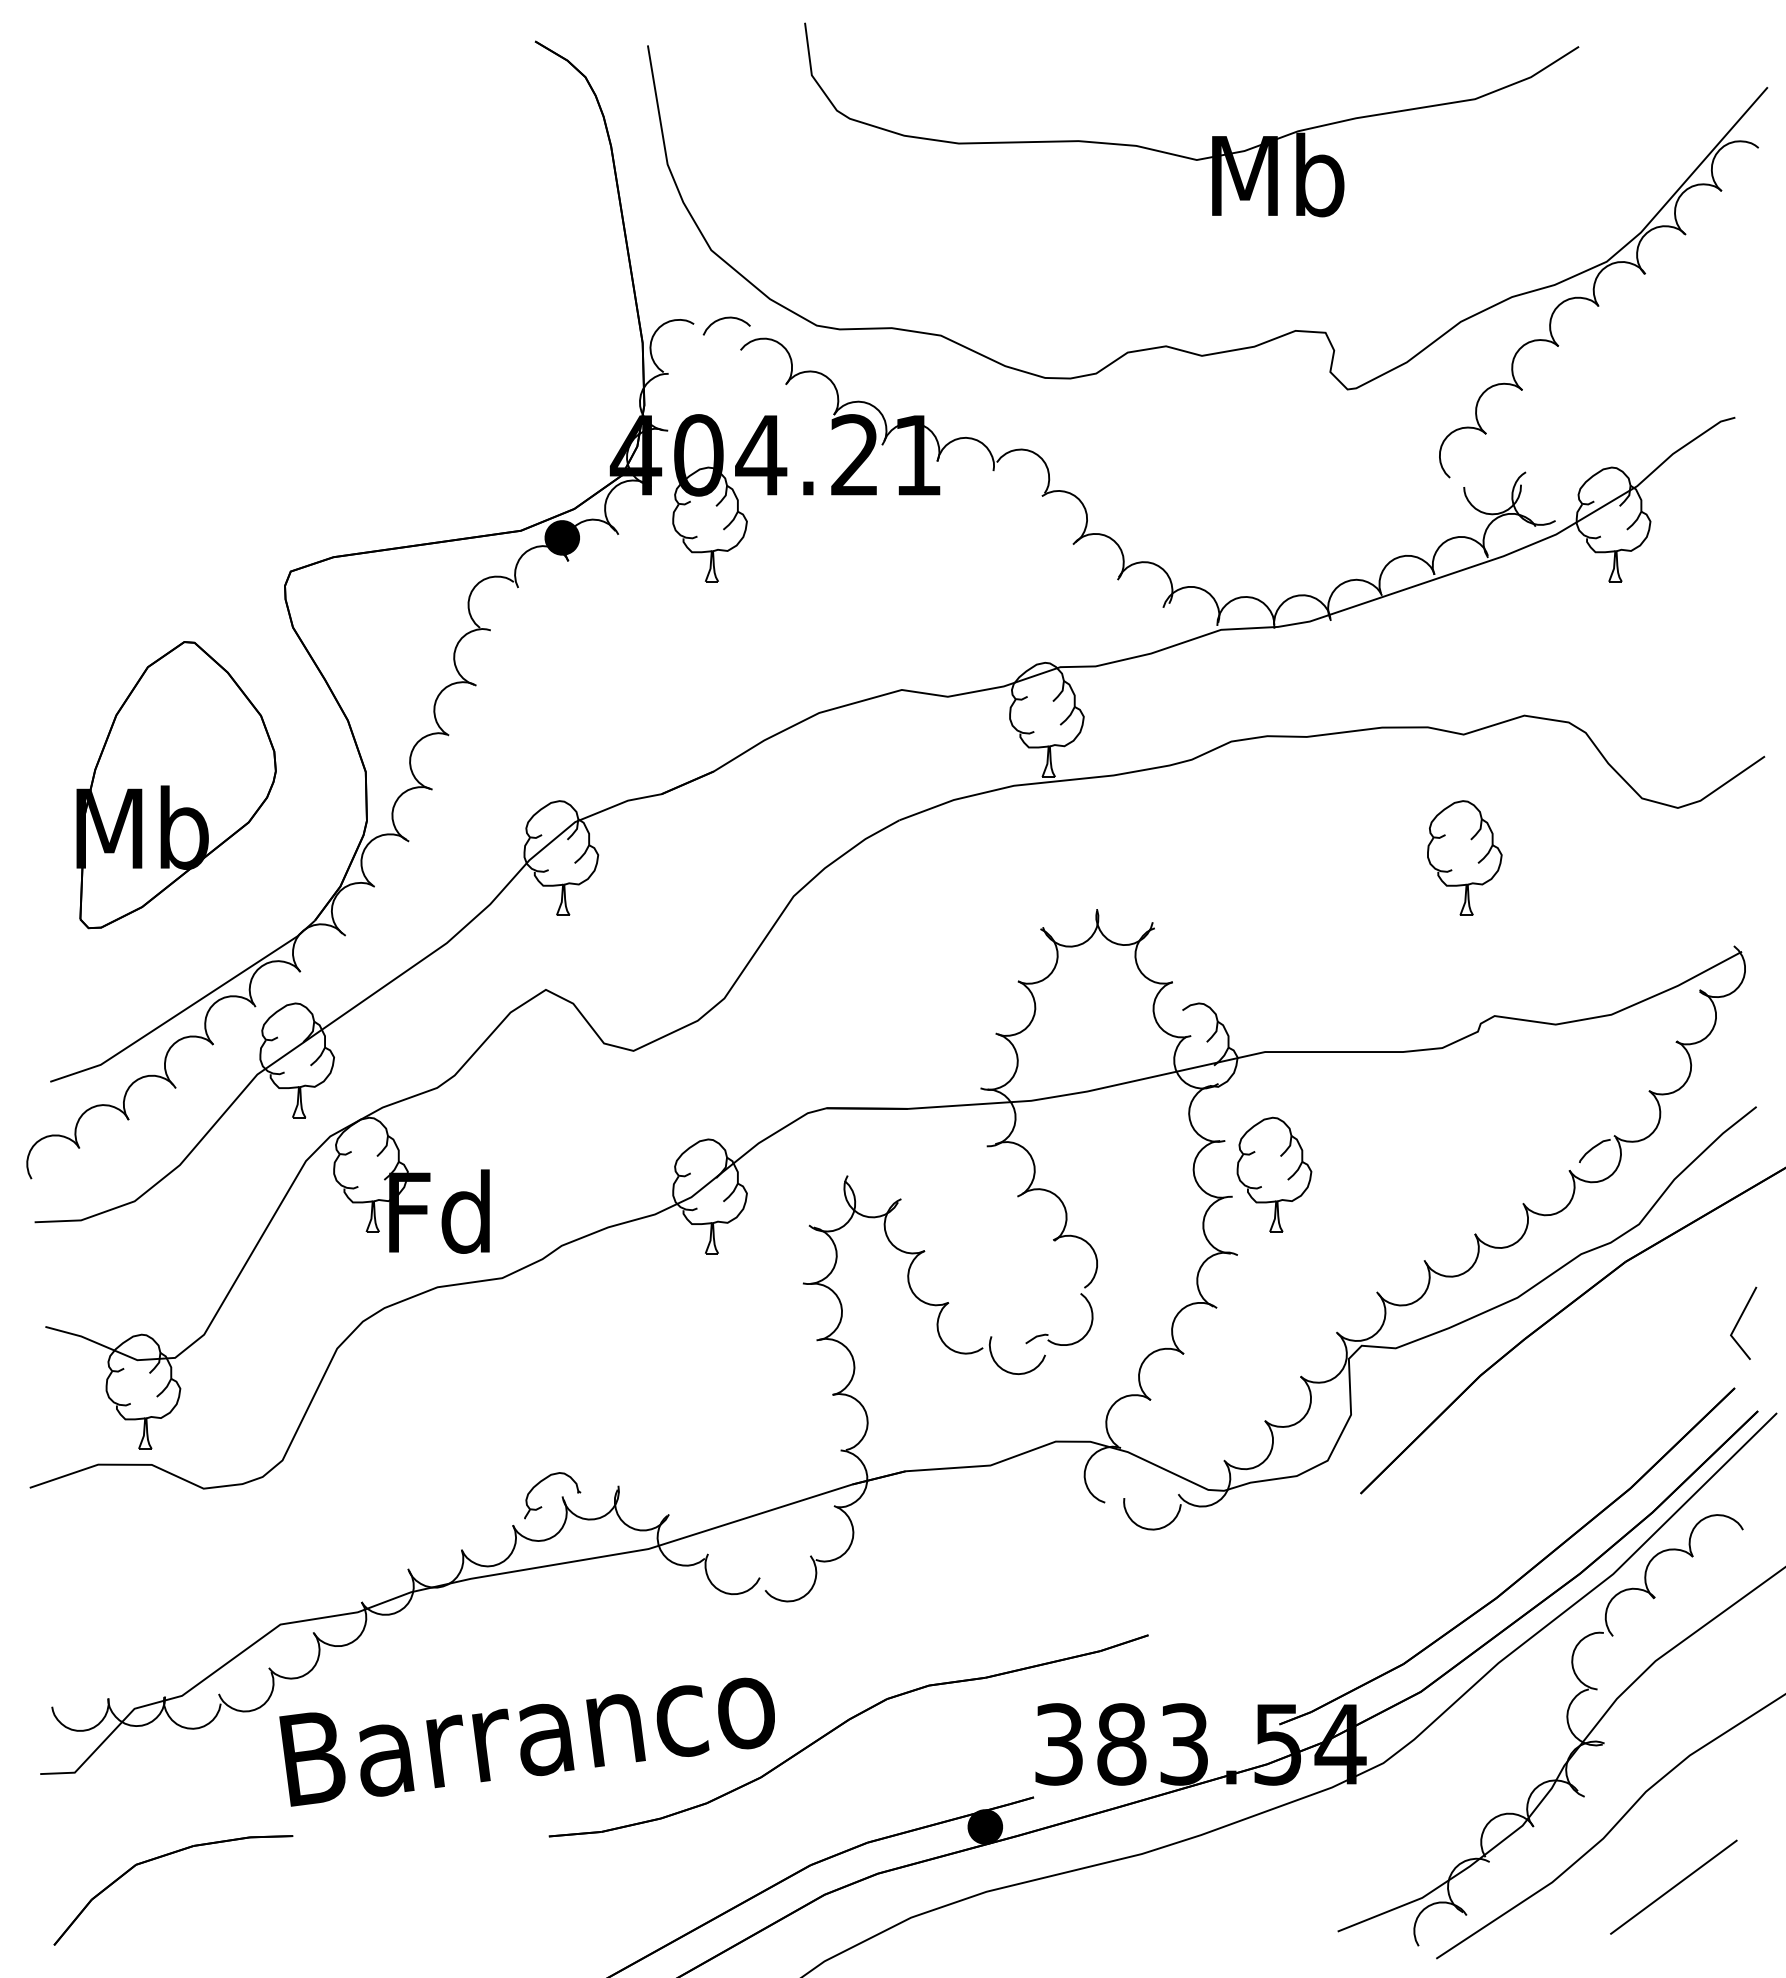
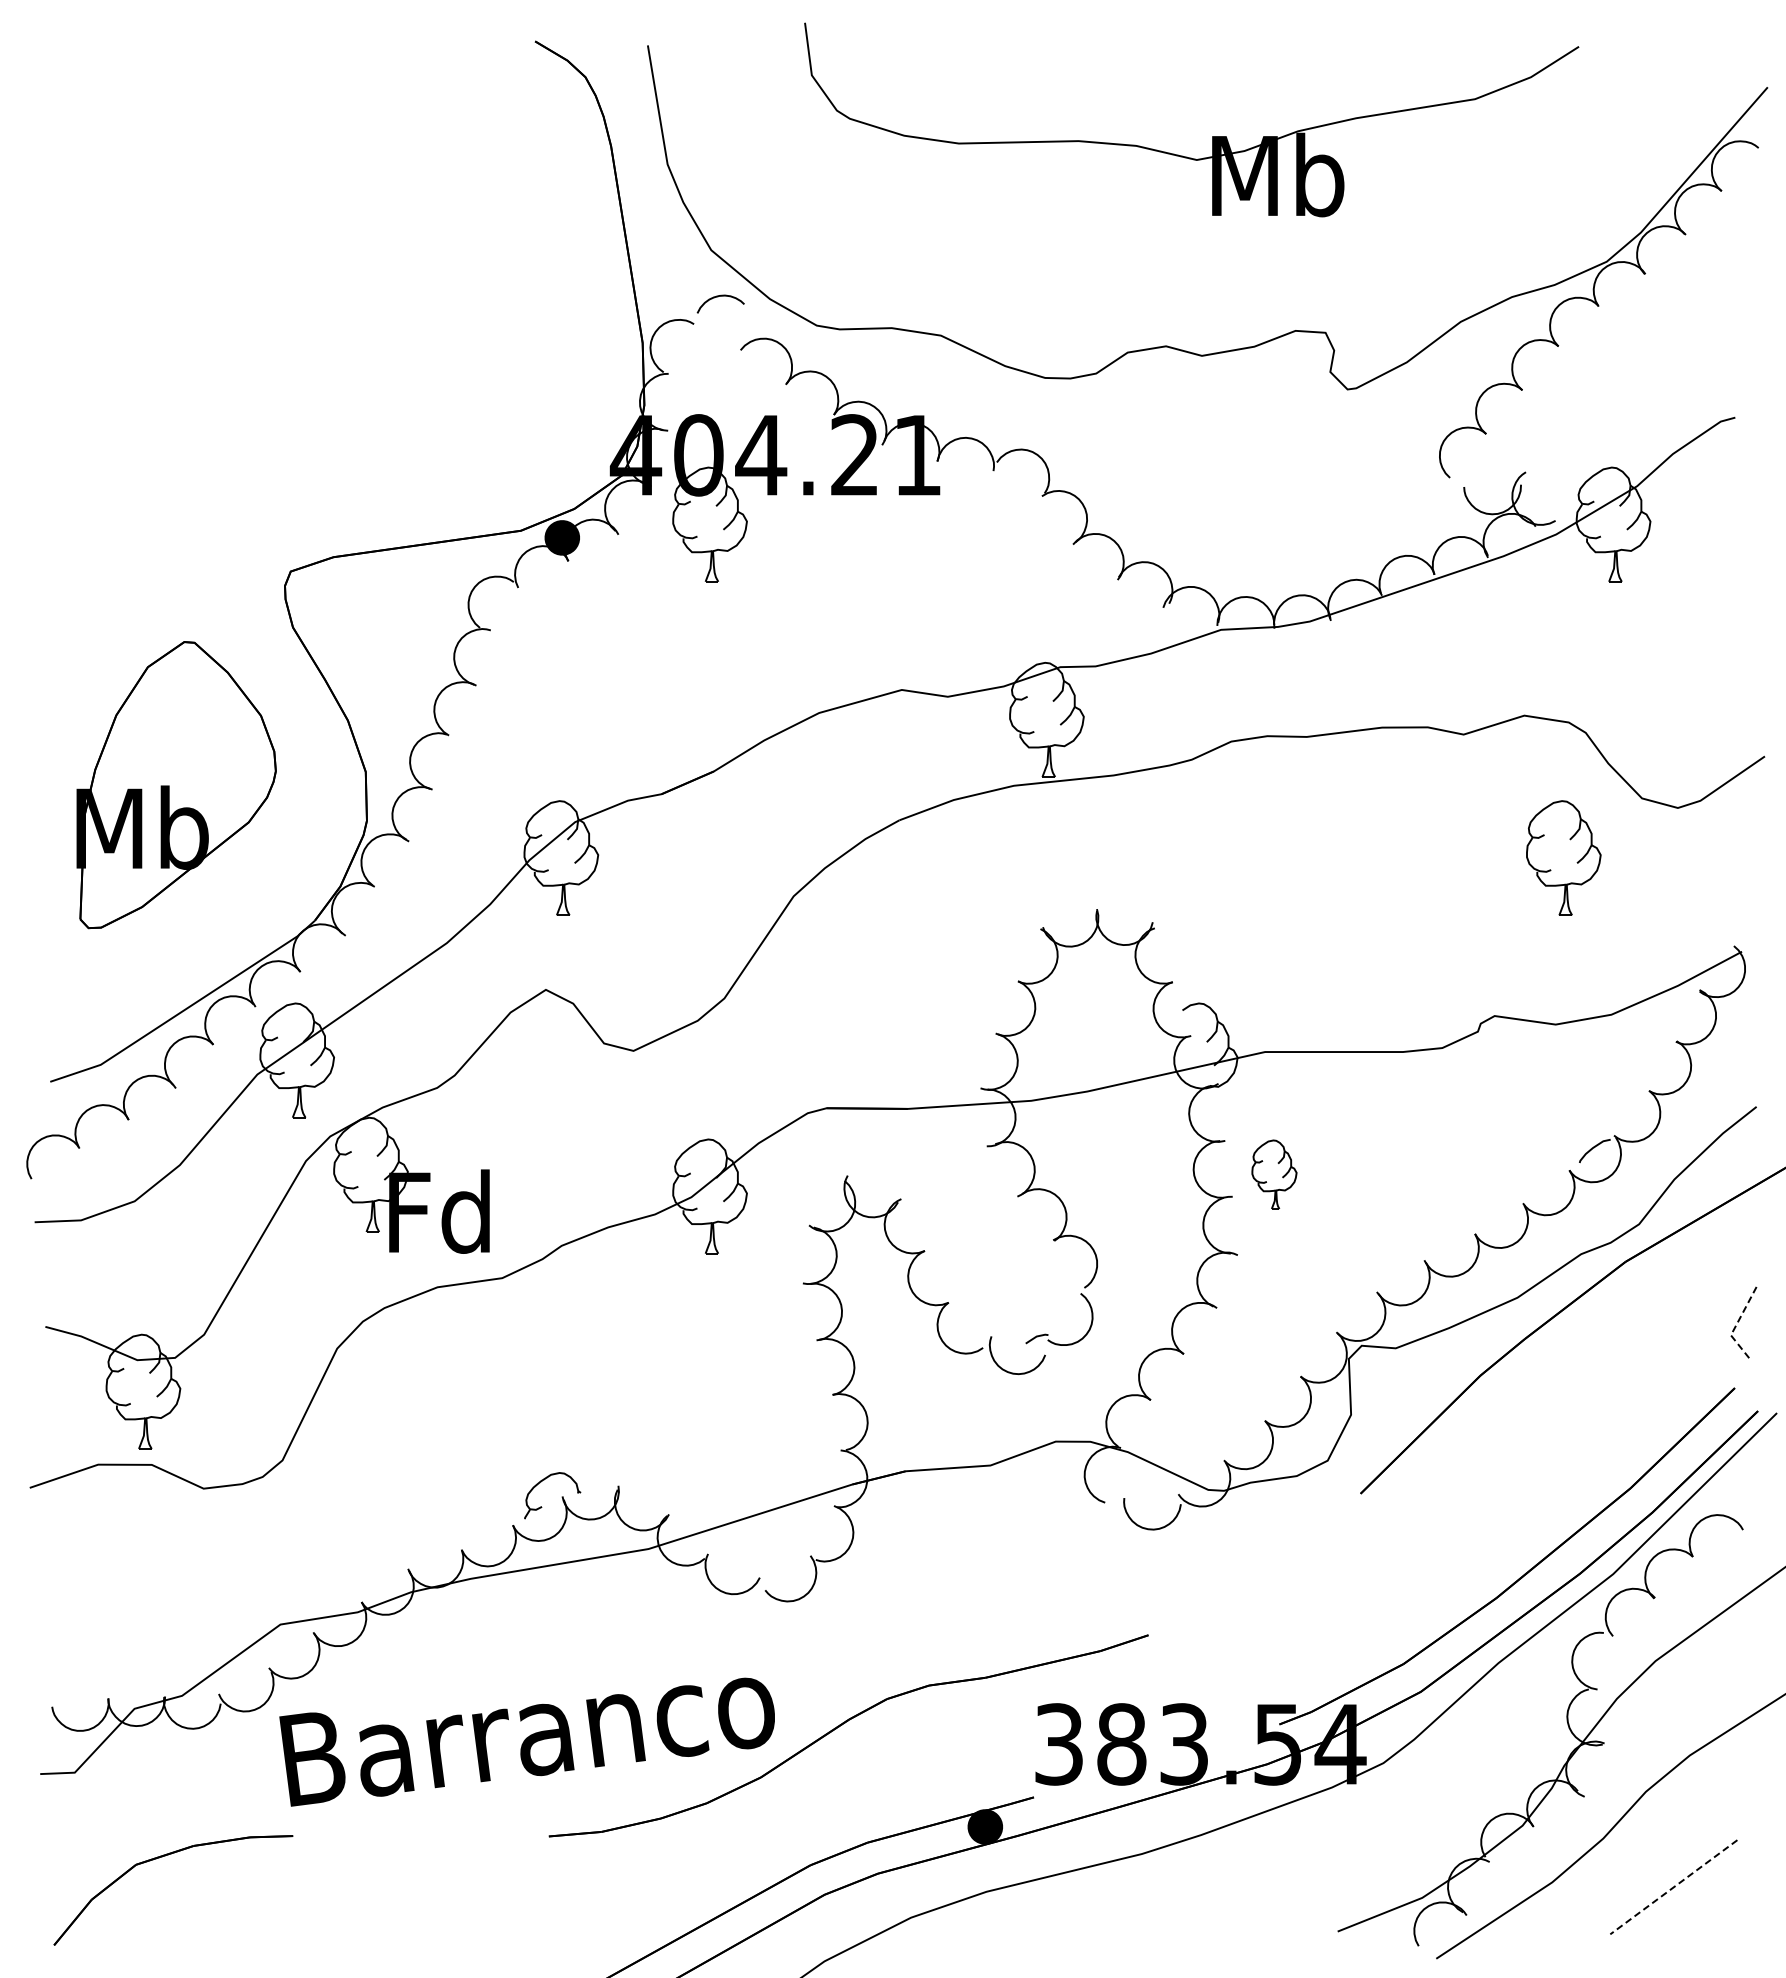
curve at (724, 319) position: (724, 319) -> (718, 297)
part at (1464, 857) position: (1464, 857) -> (1563, 857)
part at (1274, 1174) size: 77x117 px -> 47x71 px
line at (1736, 1325): solid -> dashed
line at (1673, 1887): solid -> dashed
